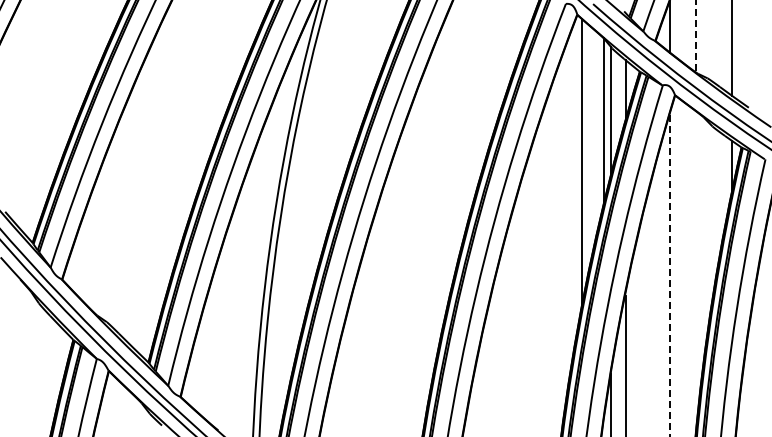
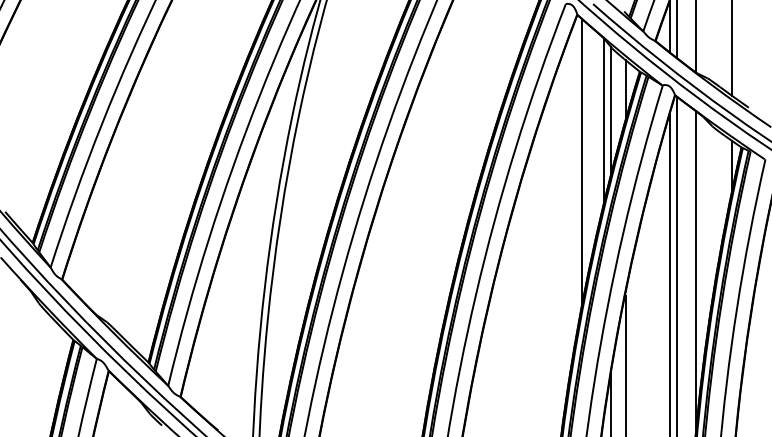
line at (677, 30): none -> present
line at (696, 36): dashed -> solid
line at (677, 266): none -> present
line at (696, 269): none -> present
line at (670, 275): dashed -> solid
